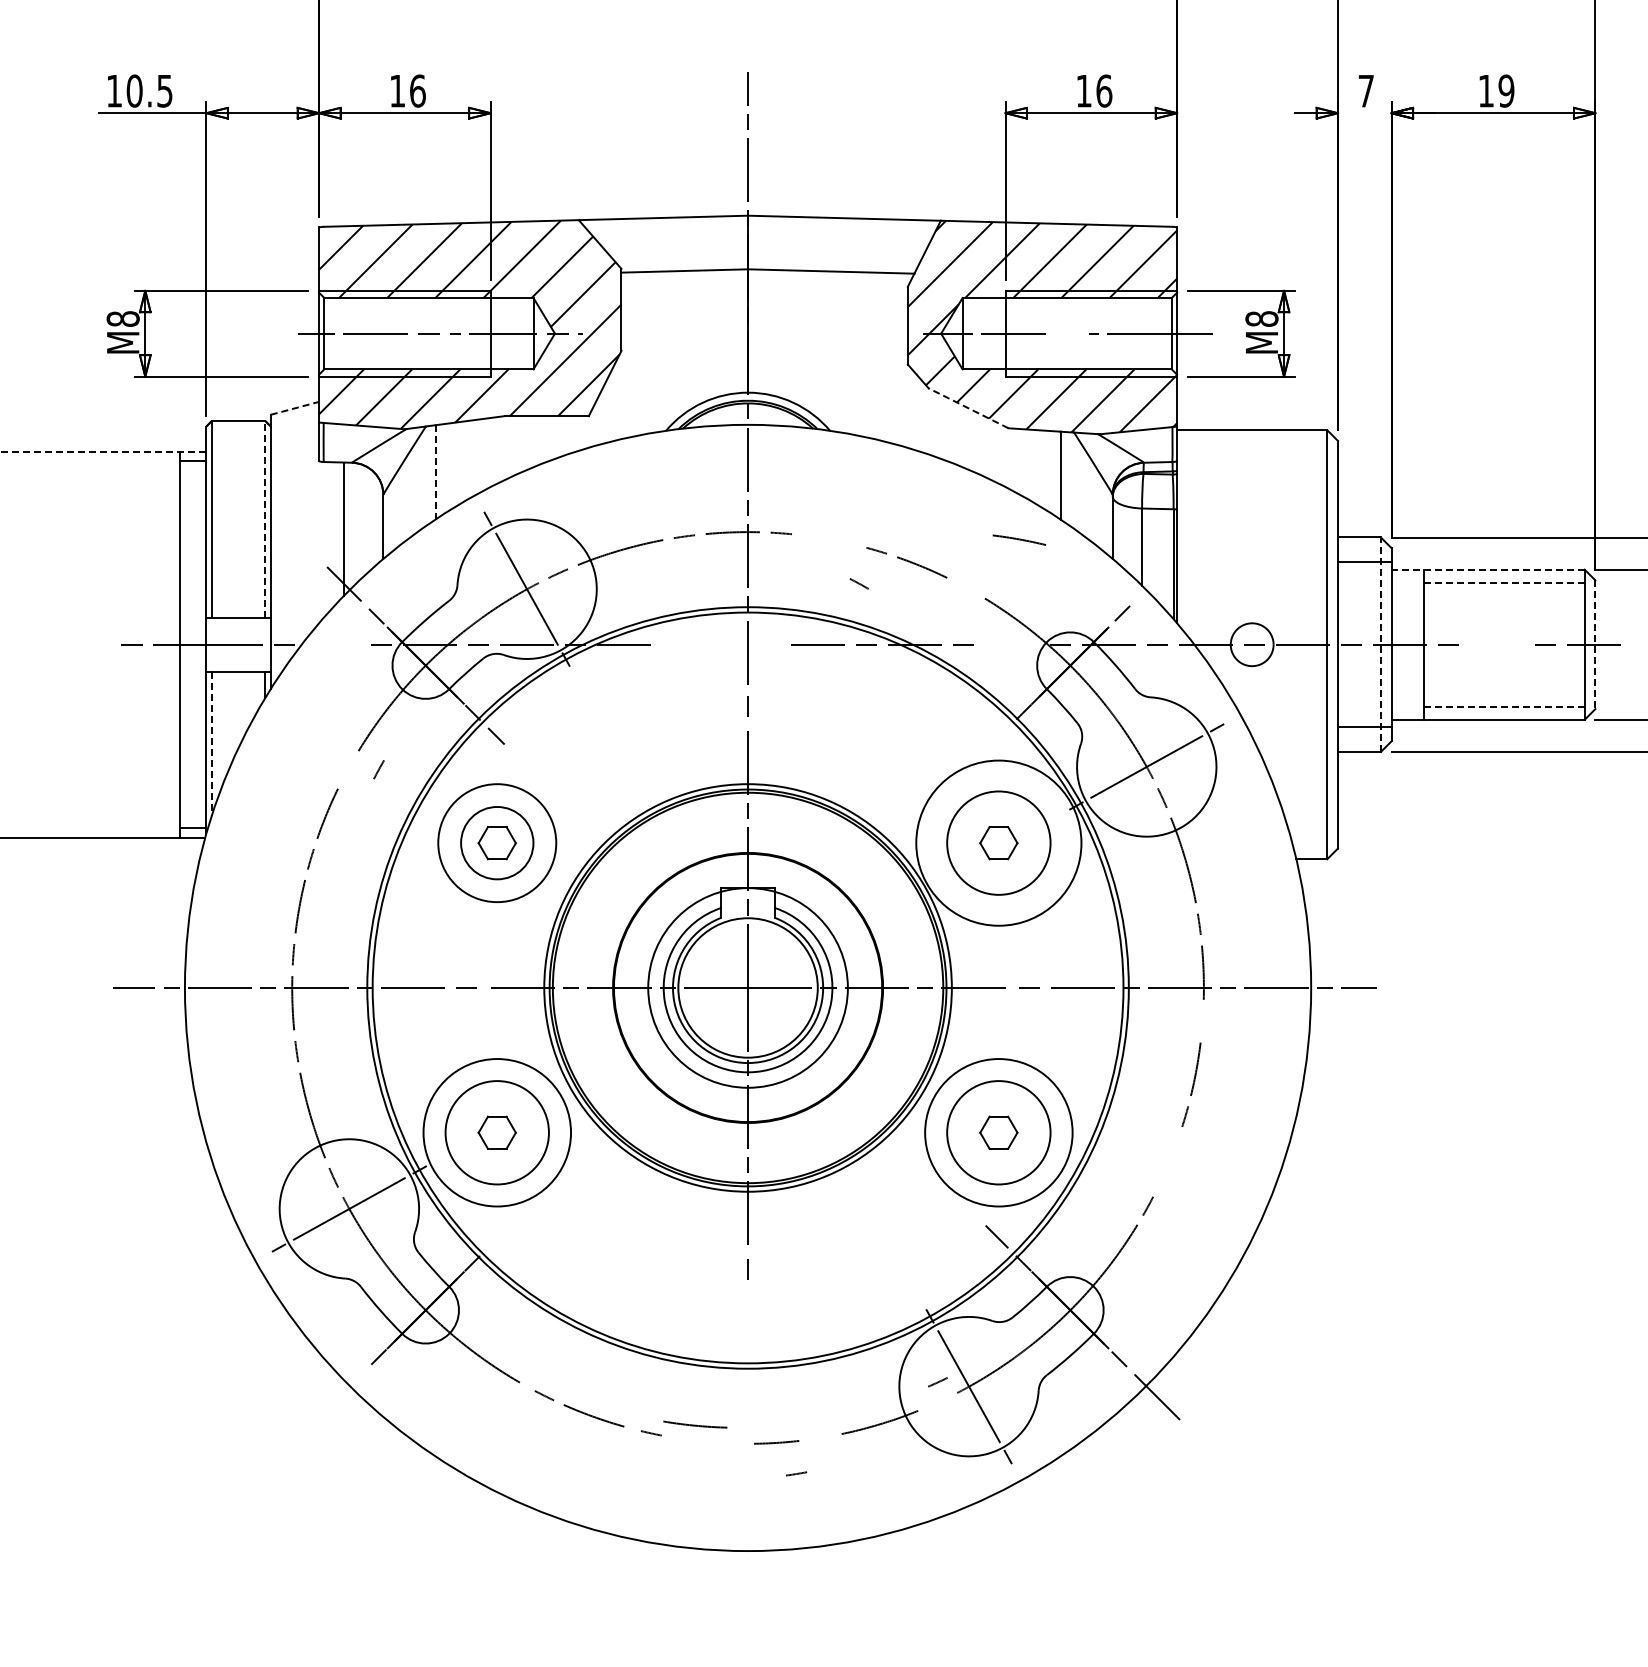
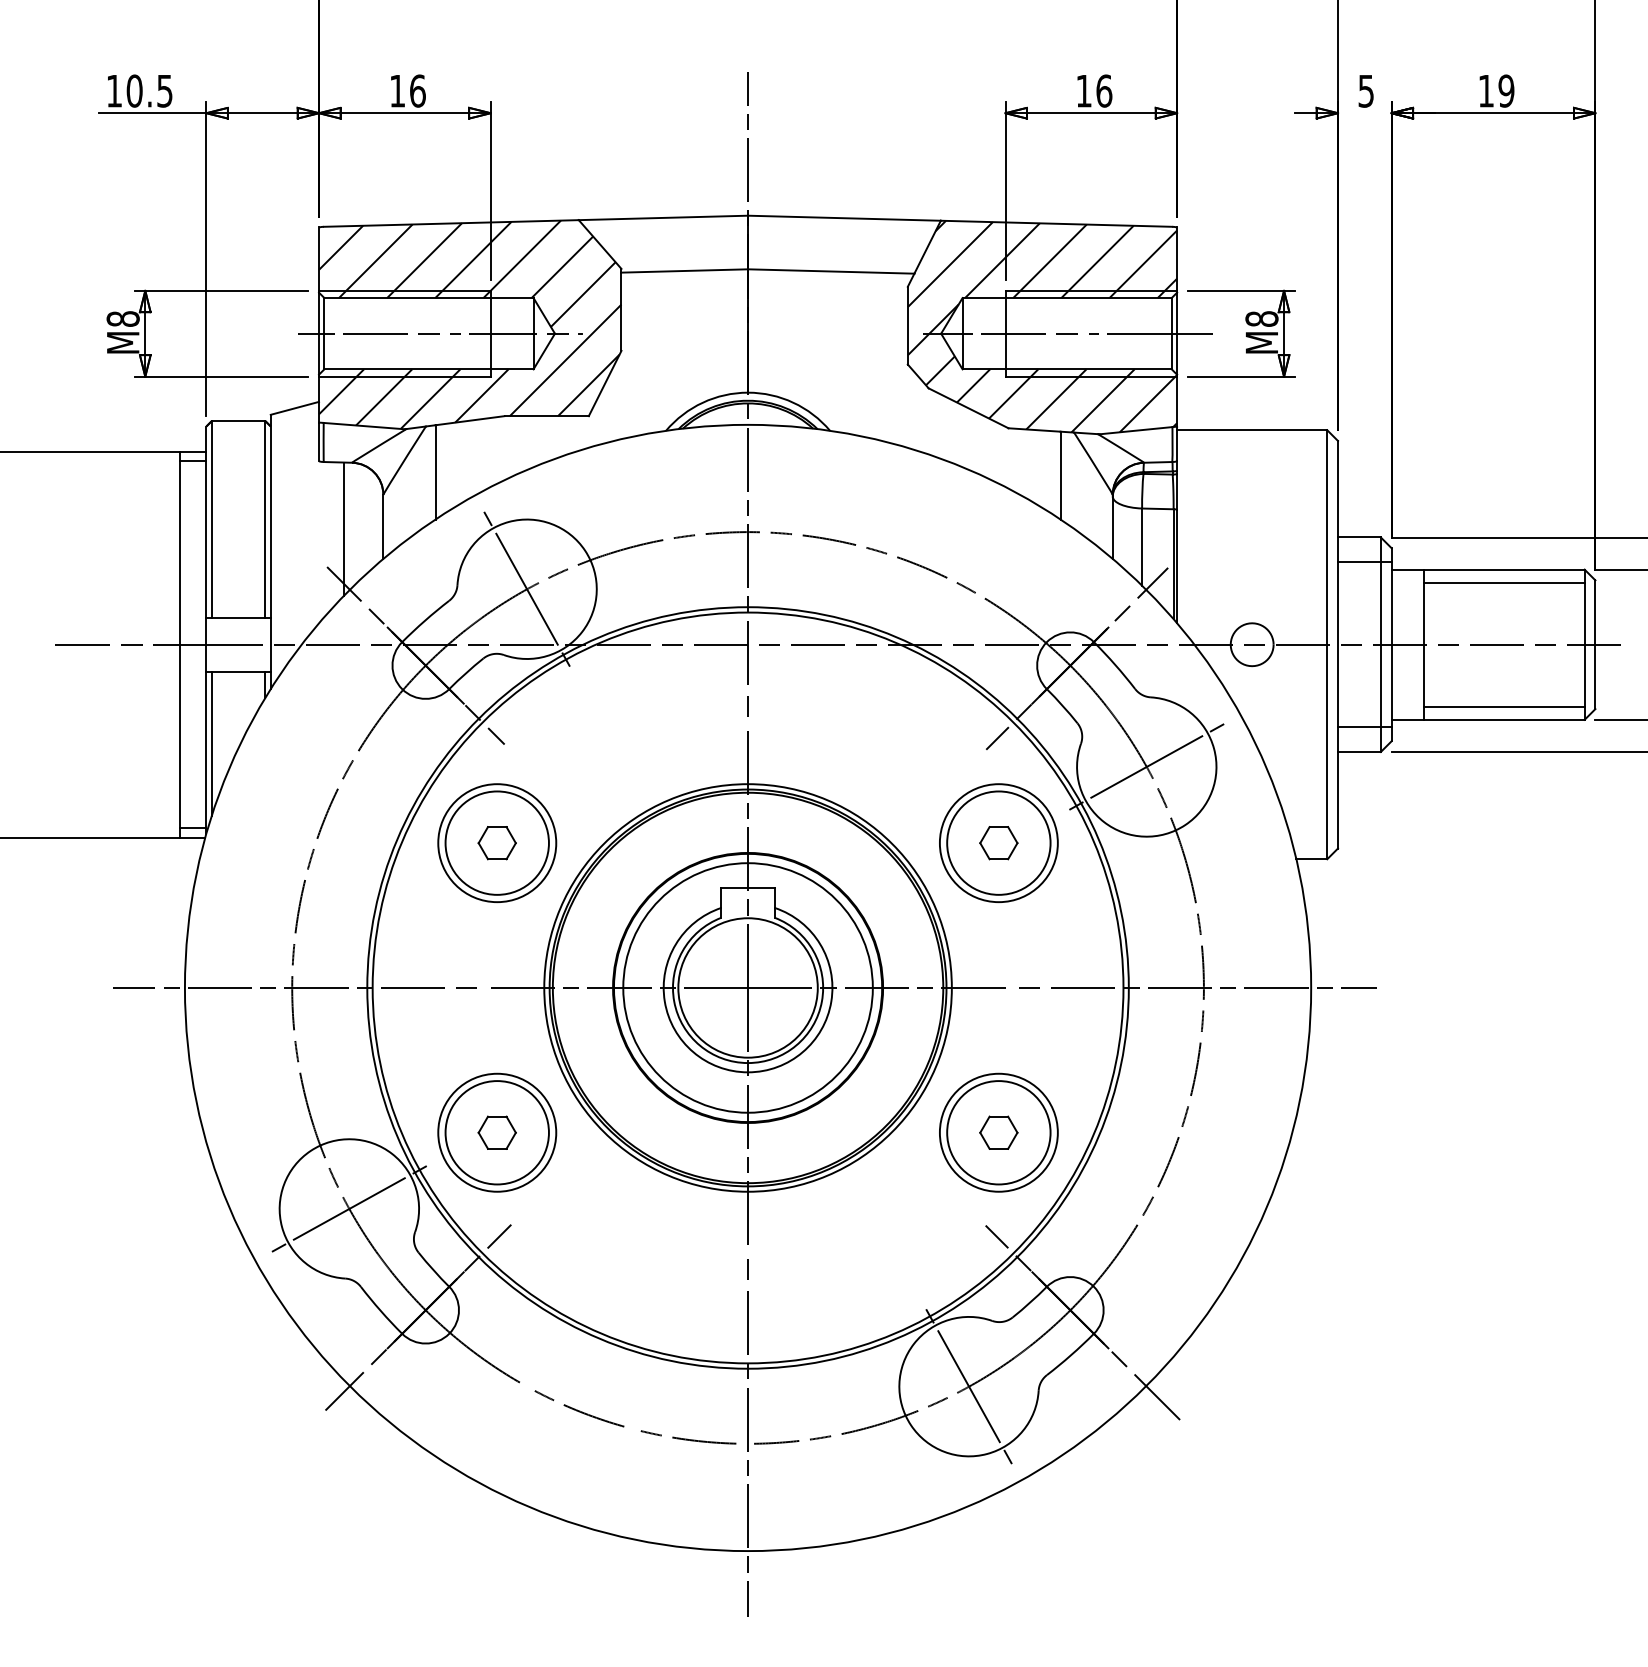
text at (1365, 91): 7 -> 5
line at (1066, 333): none -> present
line at (294, 408): dashed -> solid
line at (968, 408): dashed -> solid
line at (103, 451): dashed -> solid
line at (435, 471): dashed -> solid
line at (265, 519): dashed -> solid
line at (1019, 539) position: (1019, 539) -> (829, 539)
line at (1488, 569): dashed -> solid
line at (1152, 582): none -> present
line at (1503, 582): dashed -> solid
line at (858, 583) position: (858, 583) -> (965, 587)
line at (82, 644): none -> present
line at (333, 644): none -> present
line at (672, 644): none -> present
line at (721, 644): none -> present
line at (769, 644): none -> present
line at (1012, 644): none -> present
line at (1380, 644): dashed -> solid
line at (1496, 644): none -> present
line at (1595, 645): dashed -> solid
line at (1504, 706): dashed -> solid
line at (997, 738): none -> present
line at (211, 744): dashed -> solid
line at (378, 769) position: (378, 769) -> (347, 769)
circle at (497, 842) diameter: 72 px -> 103 px
circle at (998, 842) diameter: 165 px -> 118 px
circle at (747, 987) diameter: 200 px -> 250 px
line at (1202, 1020): none -> present
circle at (497, 1132) diameter: 147 px -> 118 px
circle at (998, 1132) diameter: 147 px -> 118 px
line at (1168, 1162): none -> present
line at (499, 1236): none -> present
line at (937, 1382) position: (937, 1382) -> (937, 1402)
line at (344, 1391): none -> present
arc at (695, 1424) position: (695, 1424) -> (704, 1440)
line at (748, 1453): none -> present
line at (796, 1473) position: (796, 1473) -> (820, 1437)
